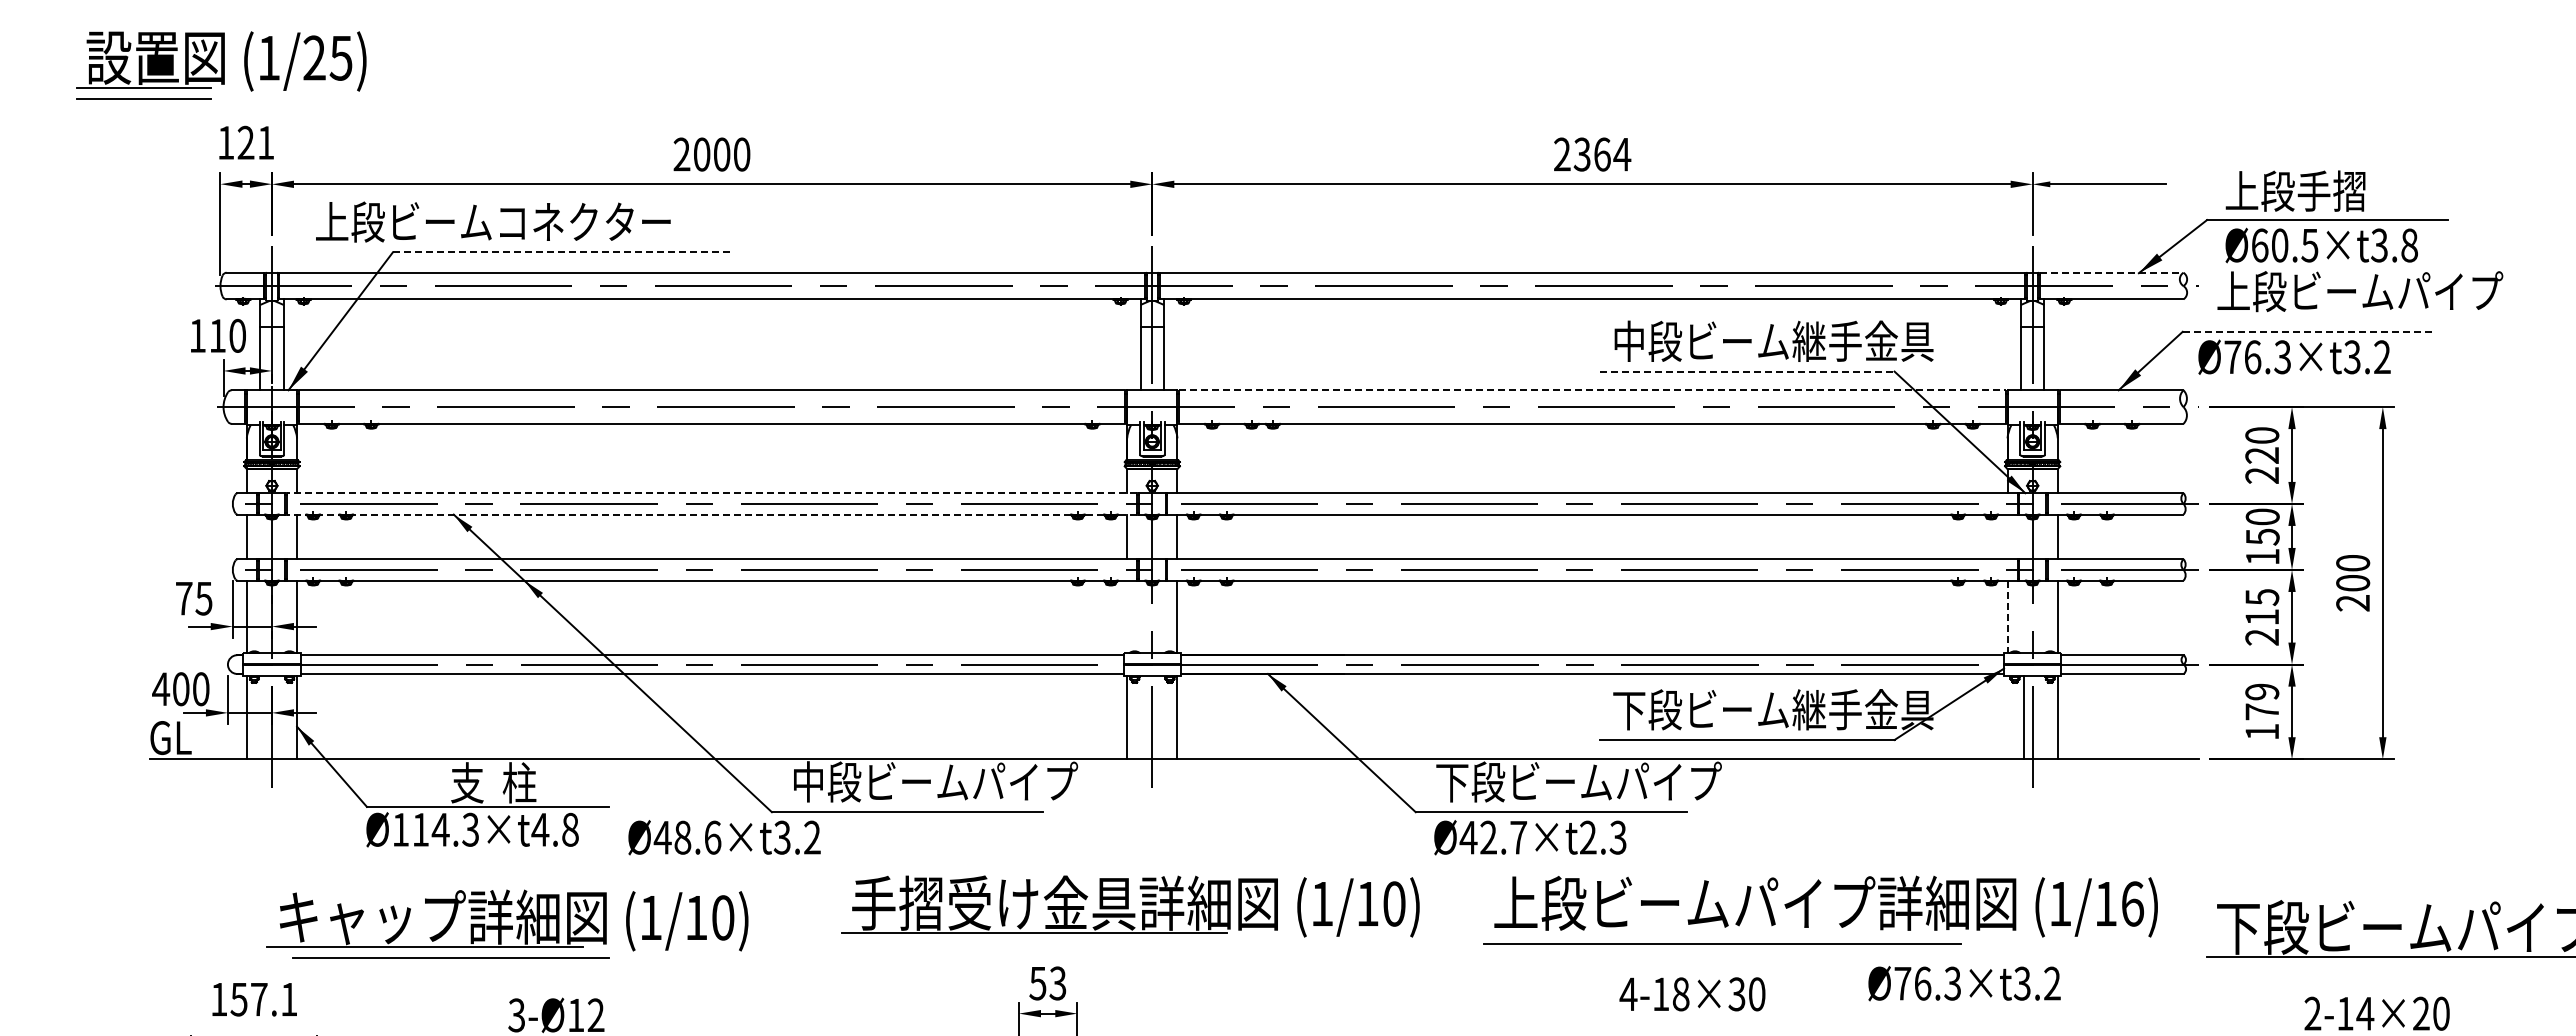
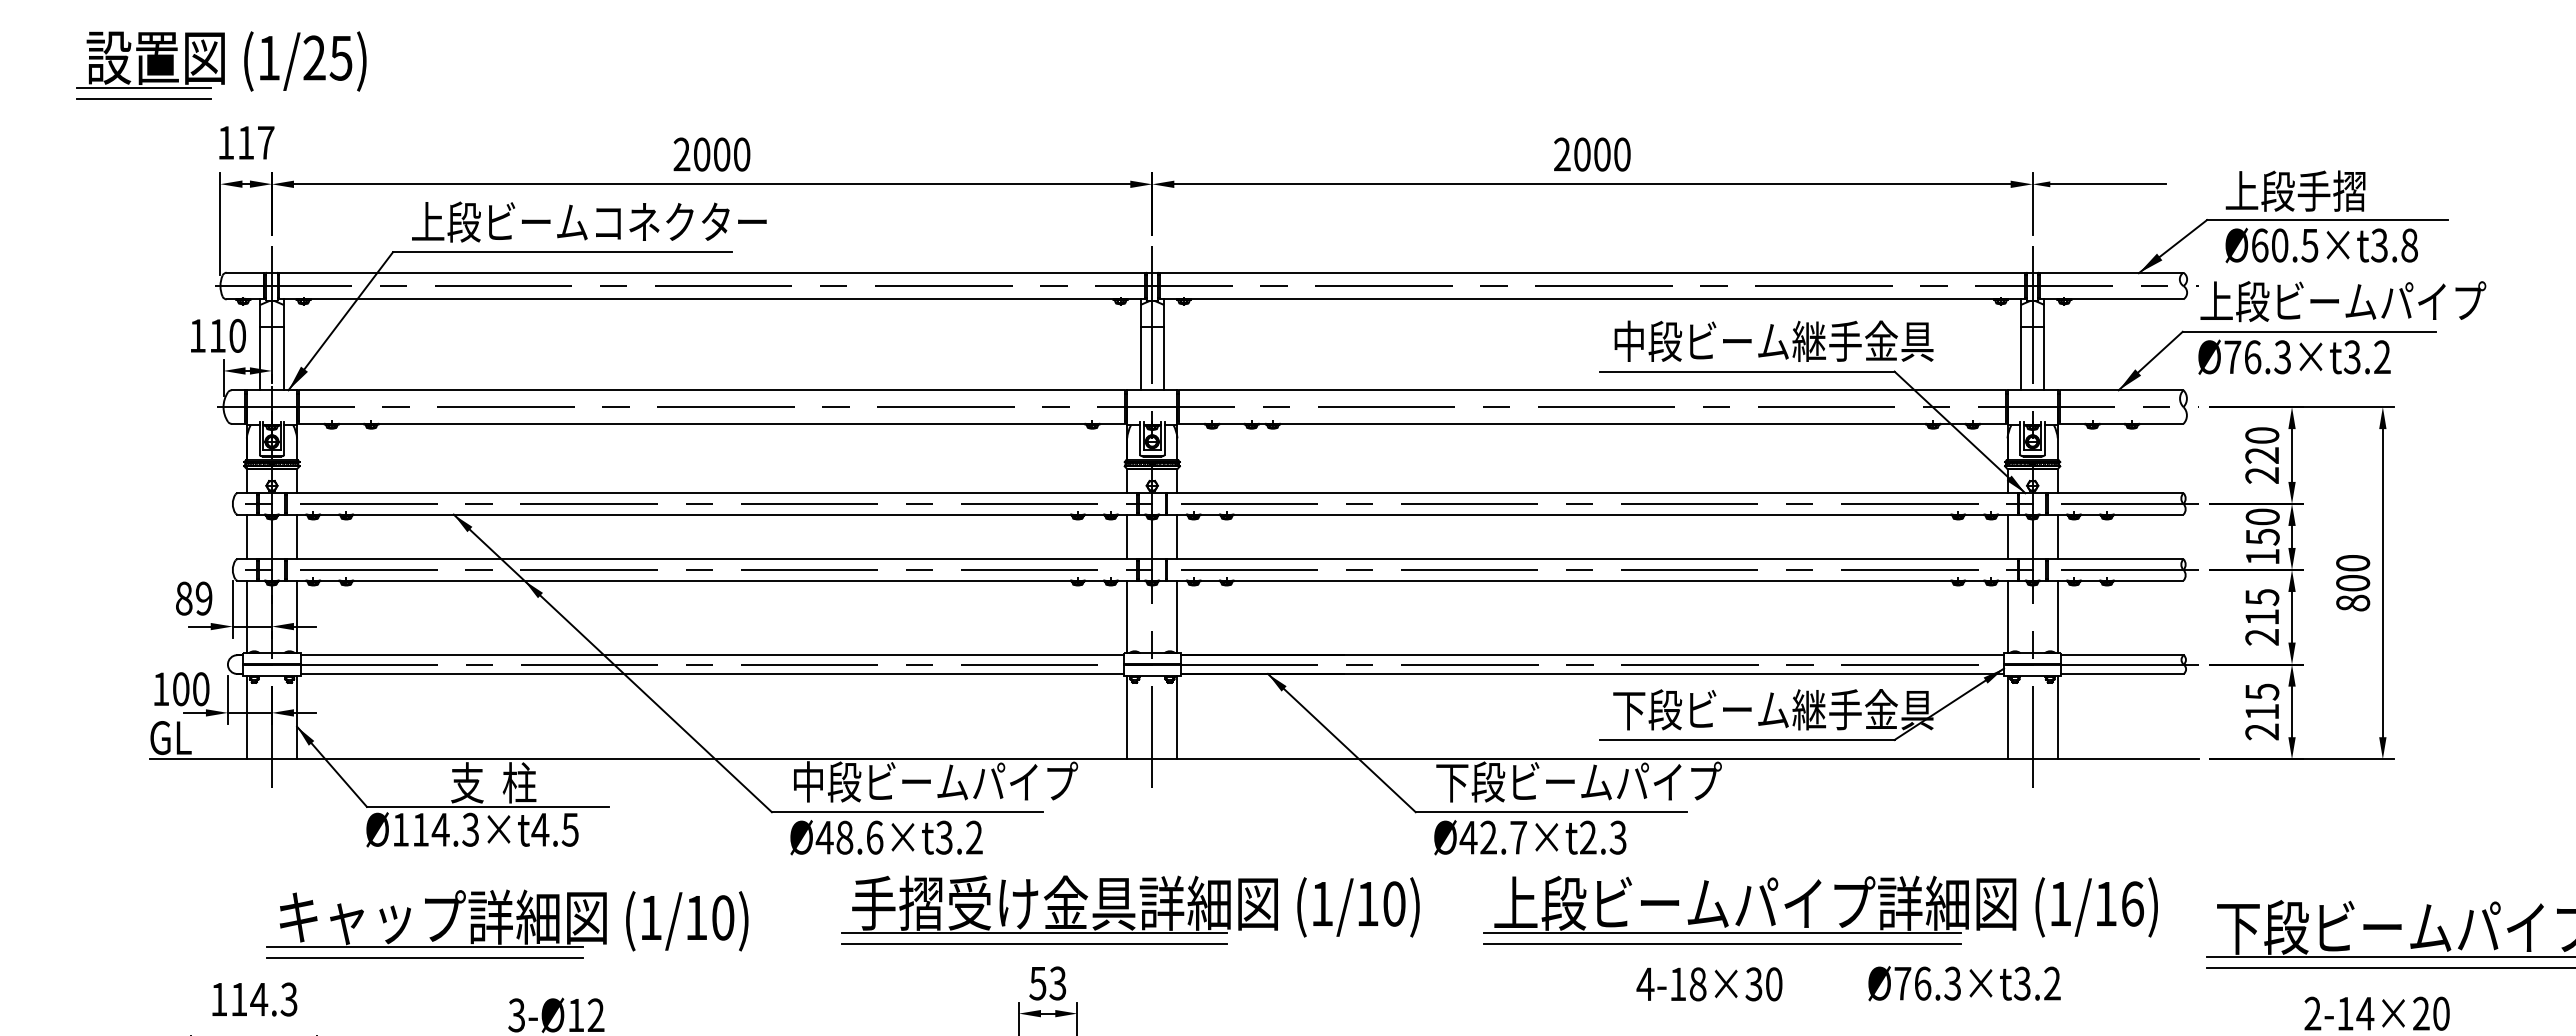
text at (255, 142): 121 -> 117
text at (1602, 154): 2364 -> 2000
text at (493, 221) position: (493, 221) -> (589, 221)
line at (562, 252): dashed -> solid
line at (2111, 272): dashed -> solid
text at (2360, 291) position: (2360, 291) -> (2343, 301)
line at (2309, 331): dashed -> solid
line at (1747, 371): dashed -> solid
line at (1593, 390): dashed -> solid
line at (711, 493): dashed -> solid
line at (711, 514): dashed -> solid
line at (2007, 536): none -> present
text at (194, 598): 75 -> 89
text at (2353, 602): 200 -> 800
line at (1127, 616): none -> present
line at (2007, 617): dashed -> solid
text at (161, 688): 400 -> 100
text at (2262, 711): 179 -> 215
line at (2023, 717) position: (2023, 717) -> (2007, 717)
text at (569, 829): Ø114.3×t4.8 -> Ø114.3×t4.5
text at (724, 837) position: (724, 837) -> (886, 837)
line at (1722, 933): none -> present
line at (1034, 943): none -> present
line at (450, 957) position: (450, 957) -> (424, 957)
line at (2389, 968): none -> present
text at (1692, 994) position: (1692, 994) -> (1709, 984)
text at (263, 999): 157.1 -> 114.3
